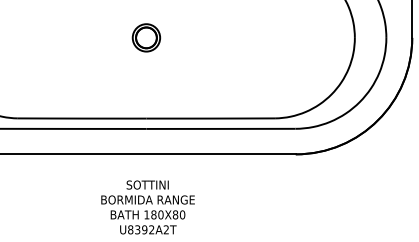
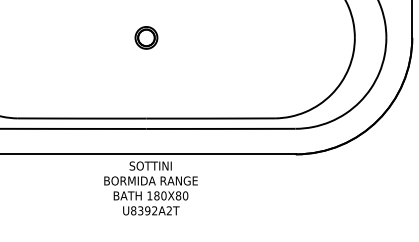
part at (146, 37) size: 31x30 px -> 25x24 px
text at (147, 207) position: (147, 207) -> (150, 188)
